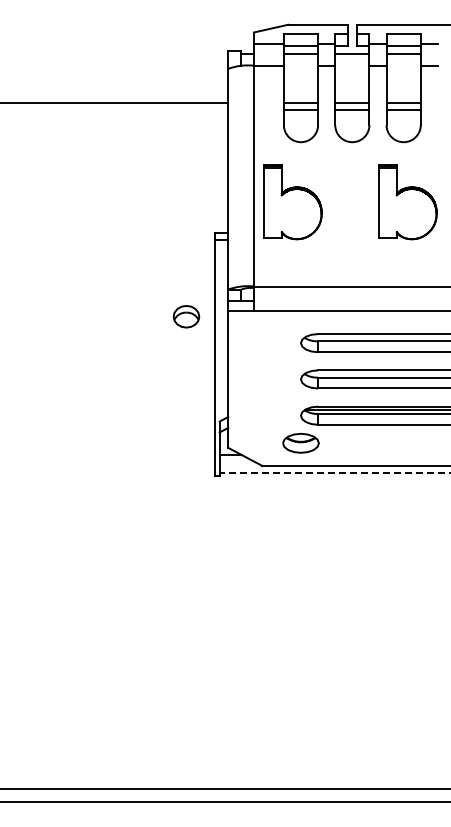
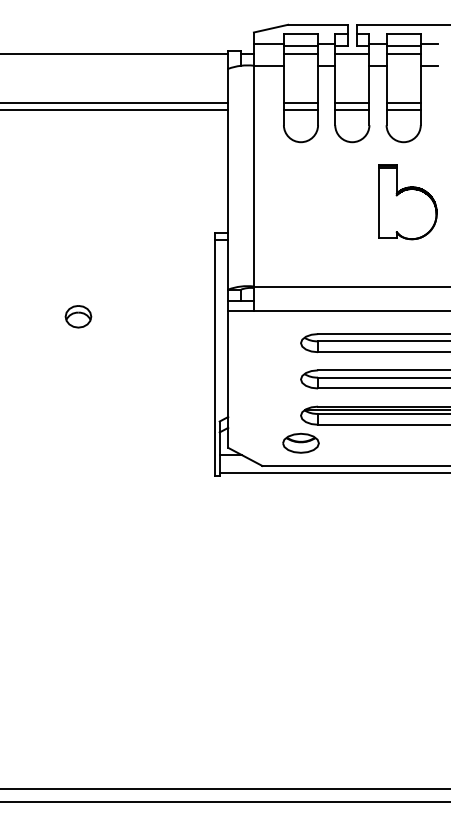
line at (115, 54): none -> present
line at (115, 109): none -> present
part at (292, 202): present -> none
part at (186, 316) position: (186, 316) -> (78, 316)
line at (334, 472): dashed -> solid
